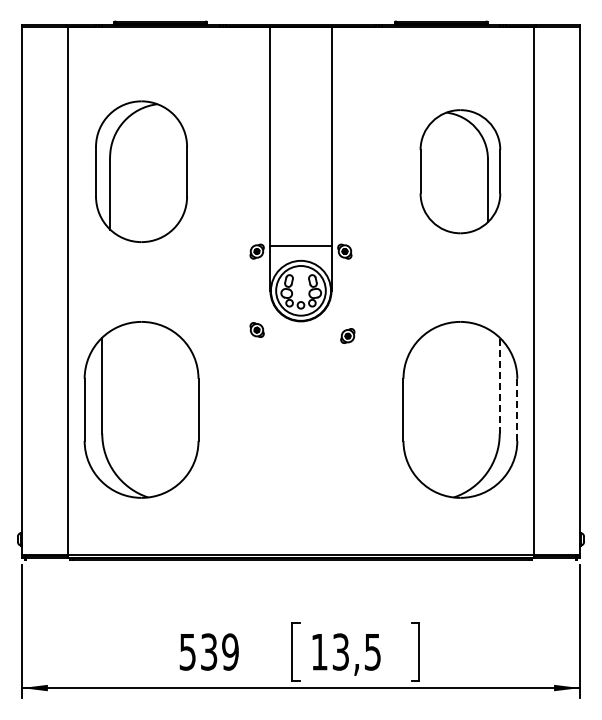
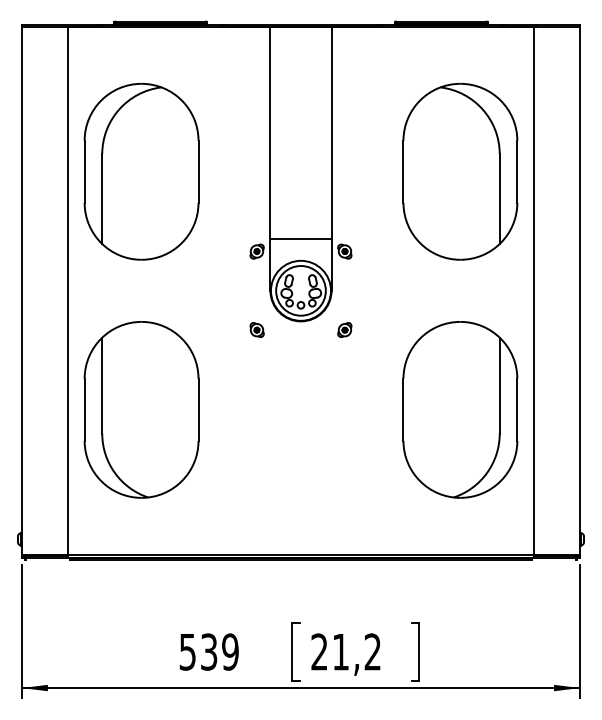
part at (141, 171) size: 93x143 px -> 117x179 px
part at (460, 171) size: 83x126 px -> 117x179 px
line at (300, 246) position: (300, 246) -> (300, 239)
part at (347, 335) position: (347, 335) -> (344, 329)
line at (499, 385): dashed -> solid
line at (517, 409): dashed -> solid
text at (345, 651): 13,5 -> 21,2
